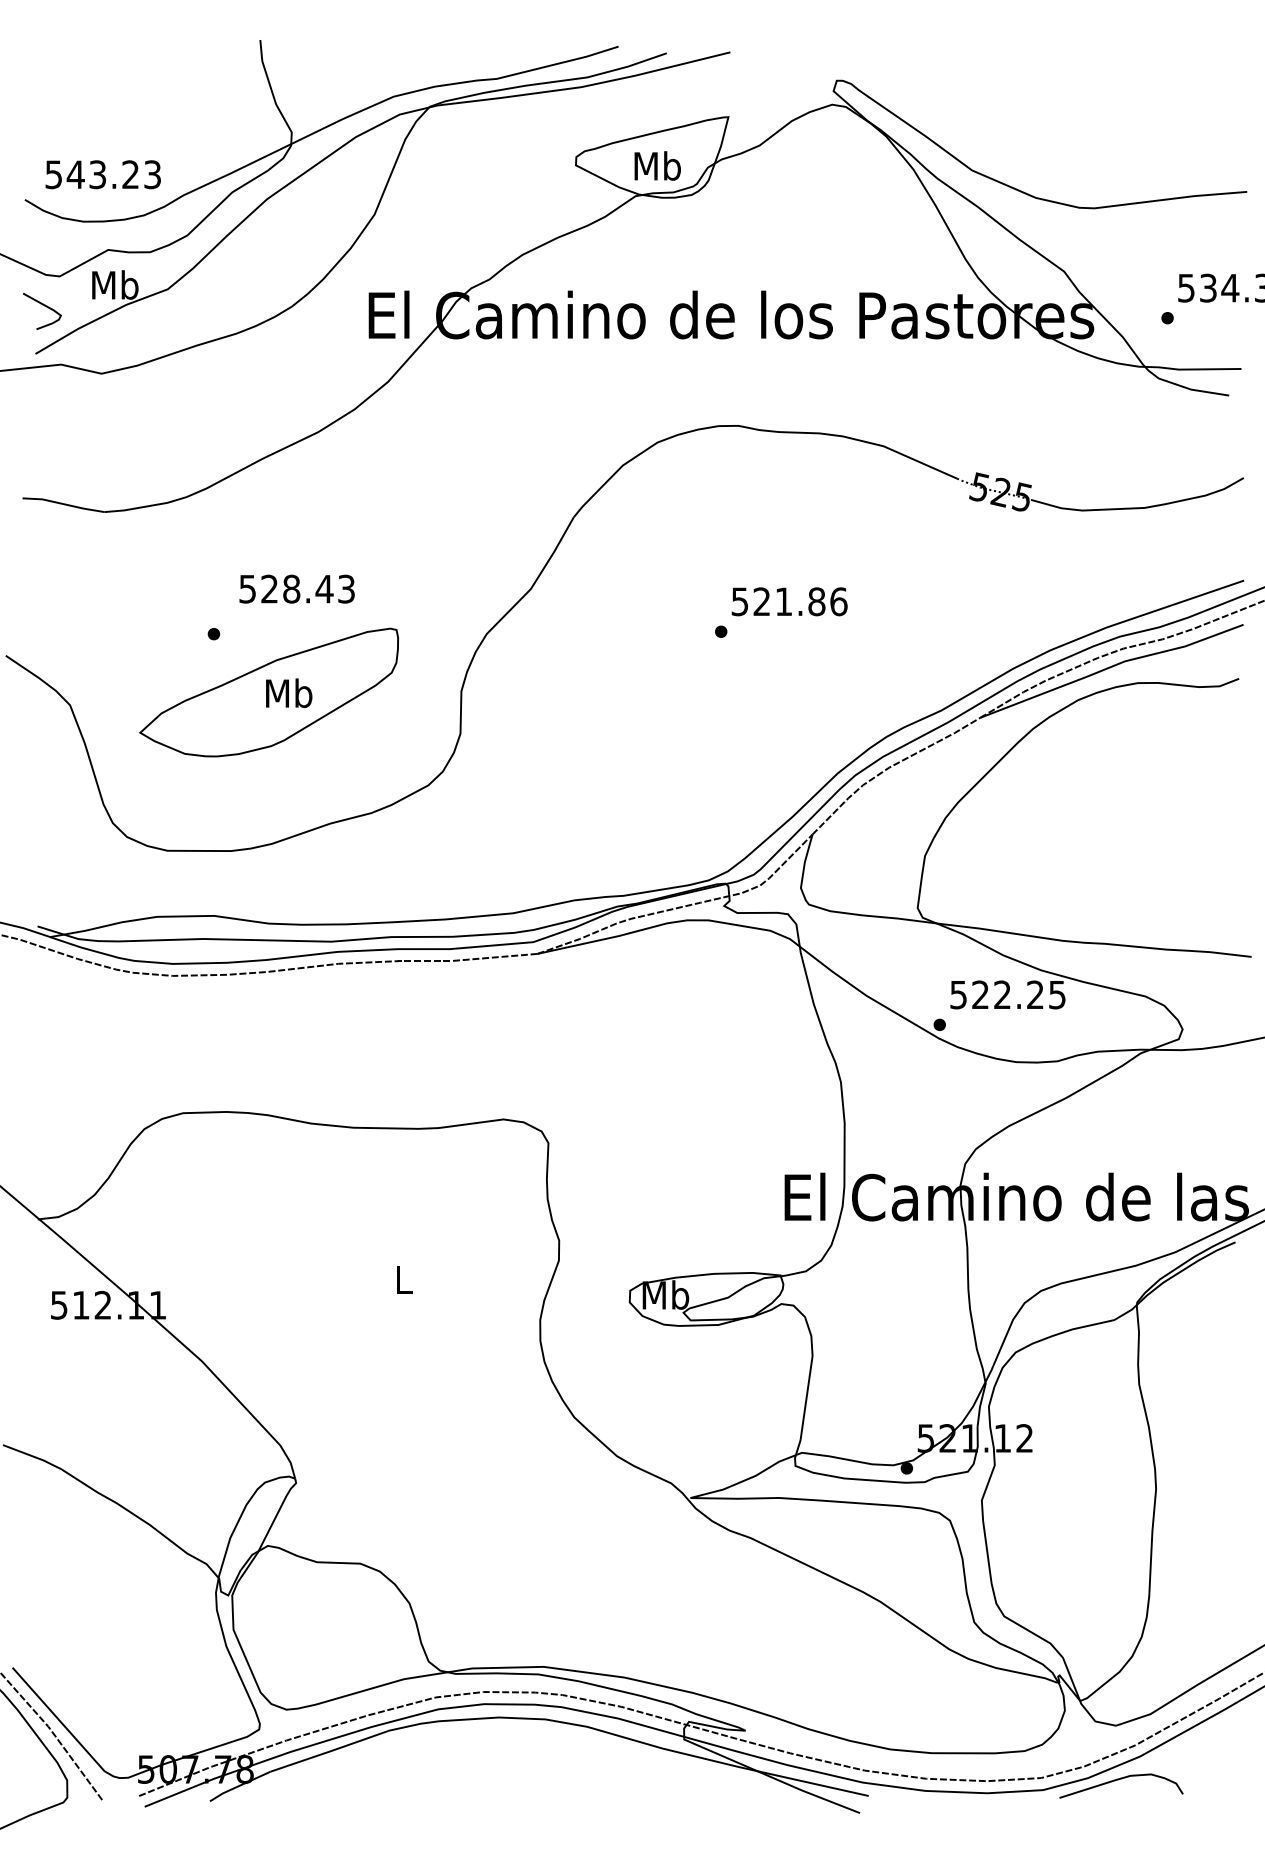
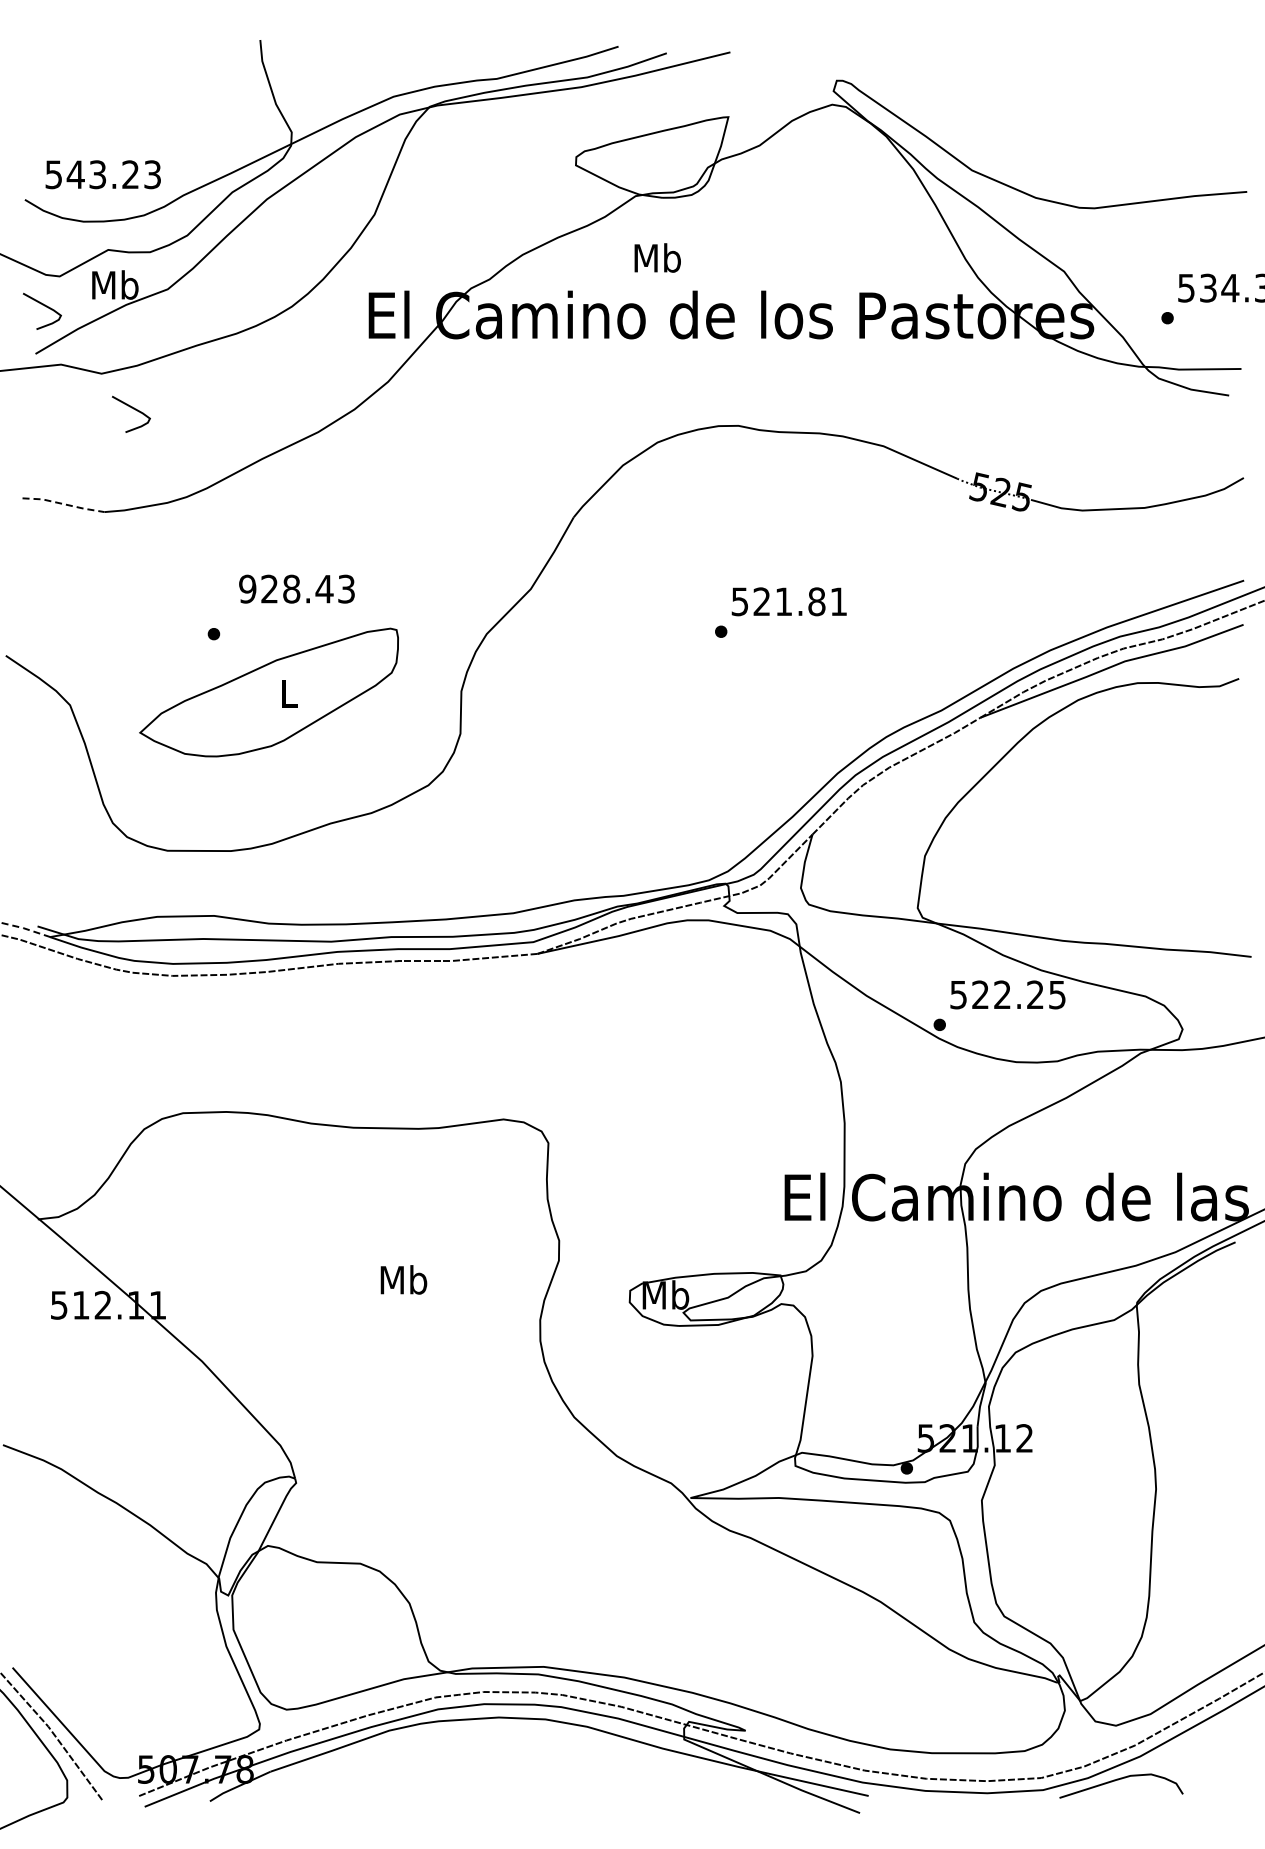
text at (657, 165) position: (657, 165) -> (657, 257)
curve at (133, 409): none -> present
line at (63, 504): solid -> dashed
text at (247, 588): 528.43 -> 928.43
text at (838, 601): 521.86 -> 521.81
text at (289, 693): Mb -> L
line at (25, 928): solid -> dashed
text at (403, 1279): L -> Mb
